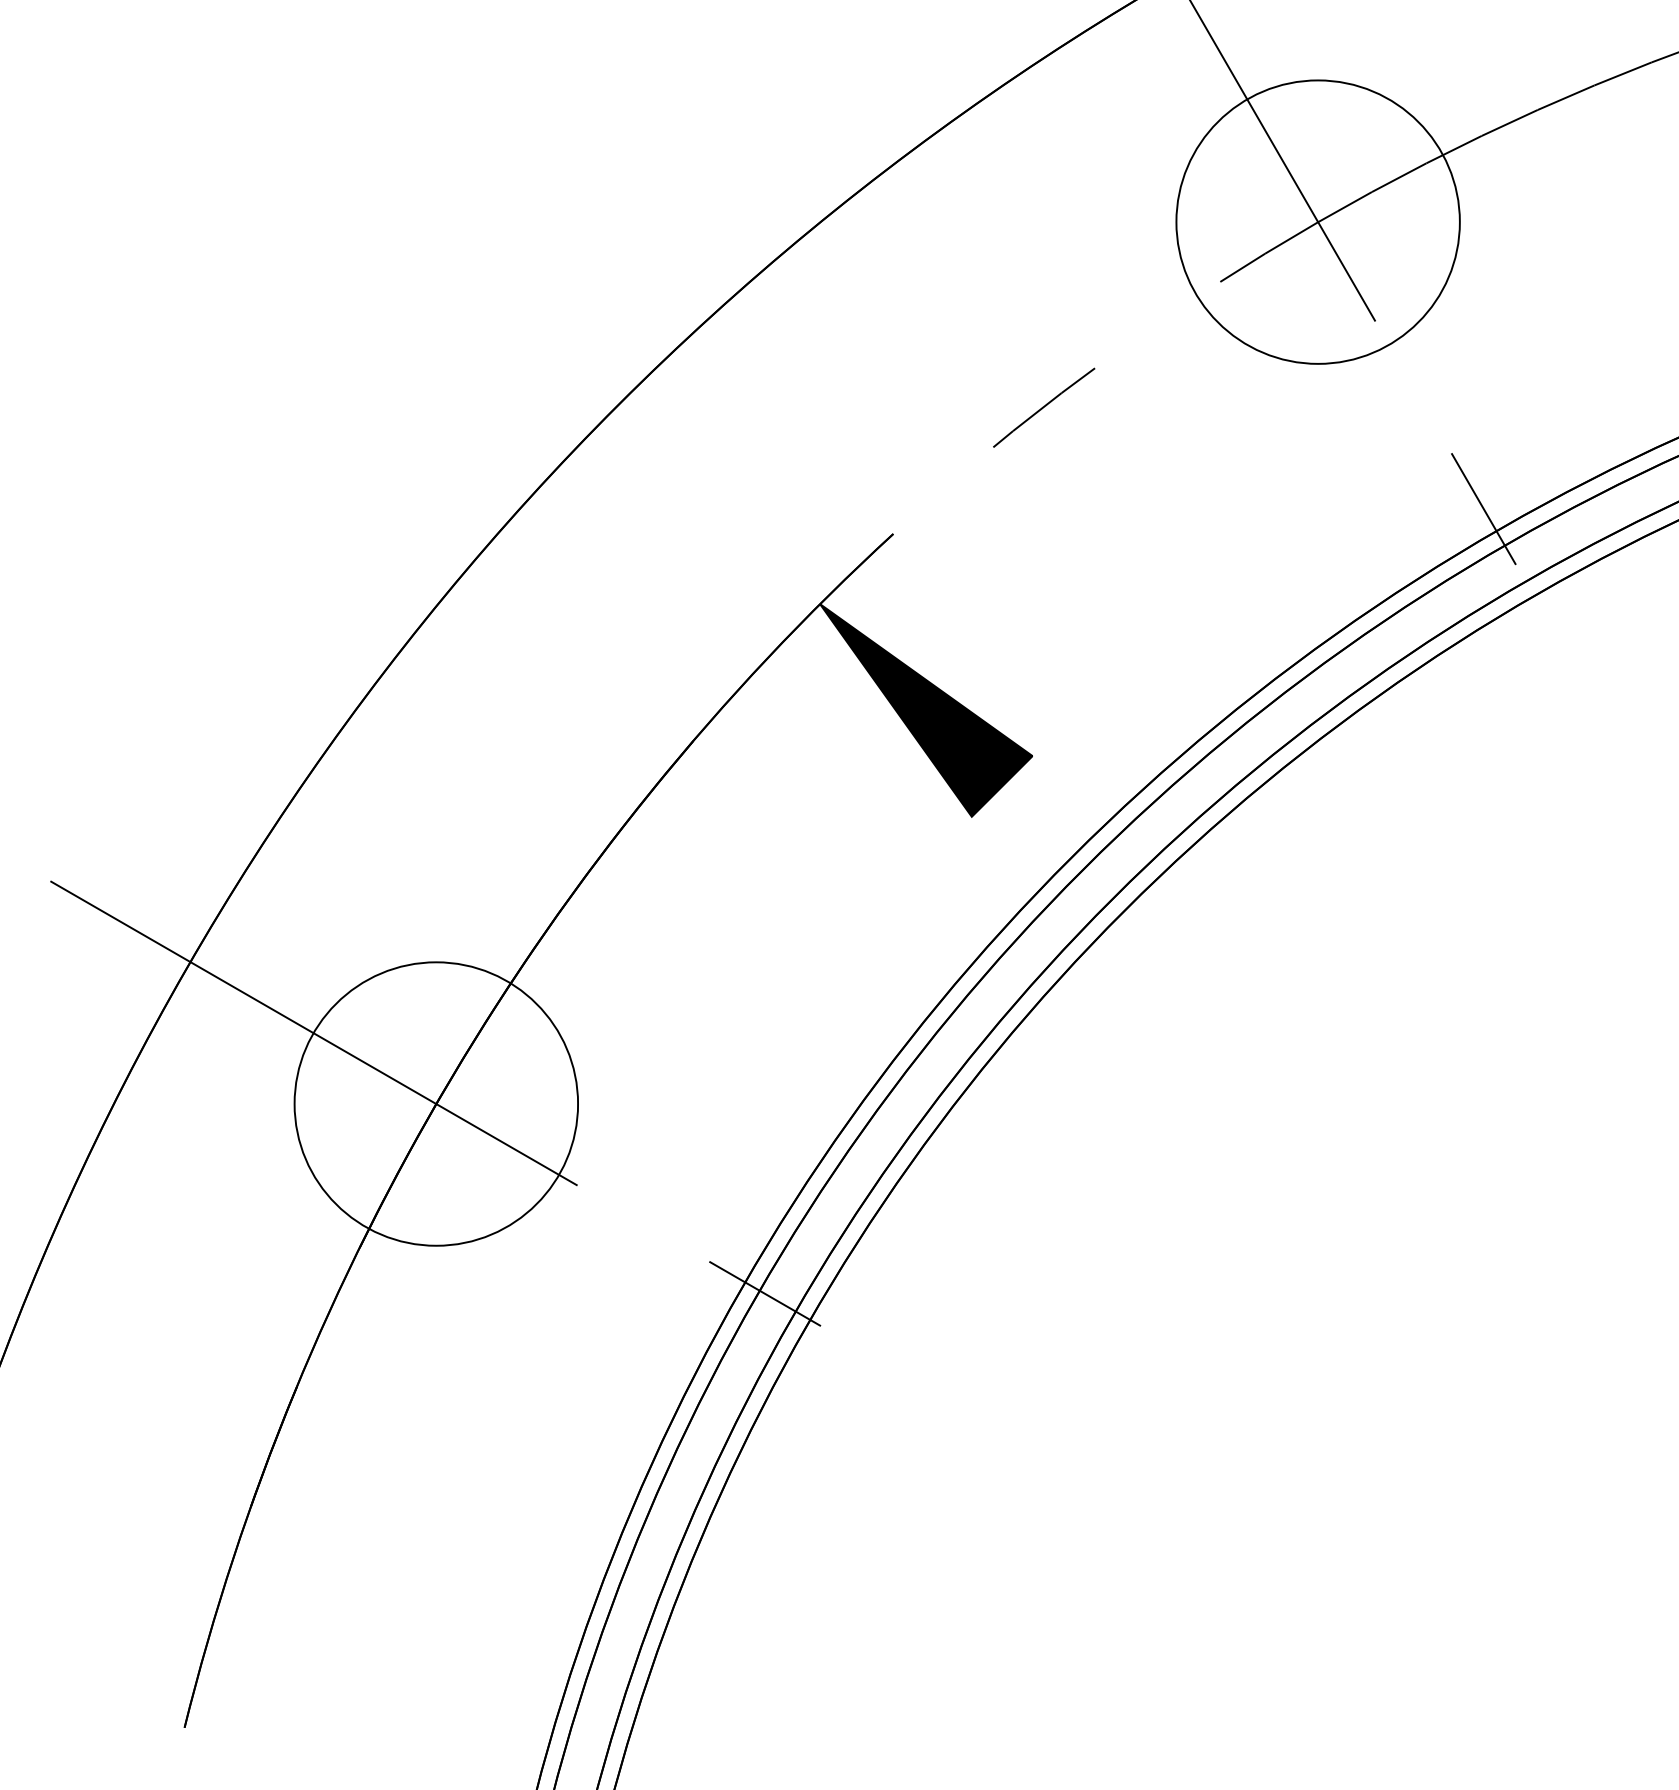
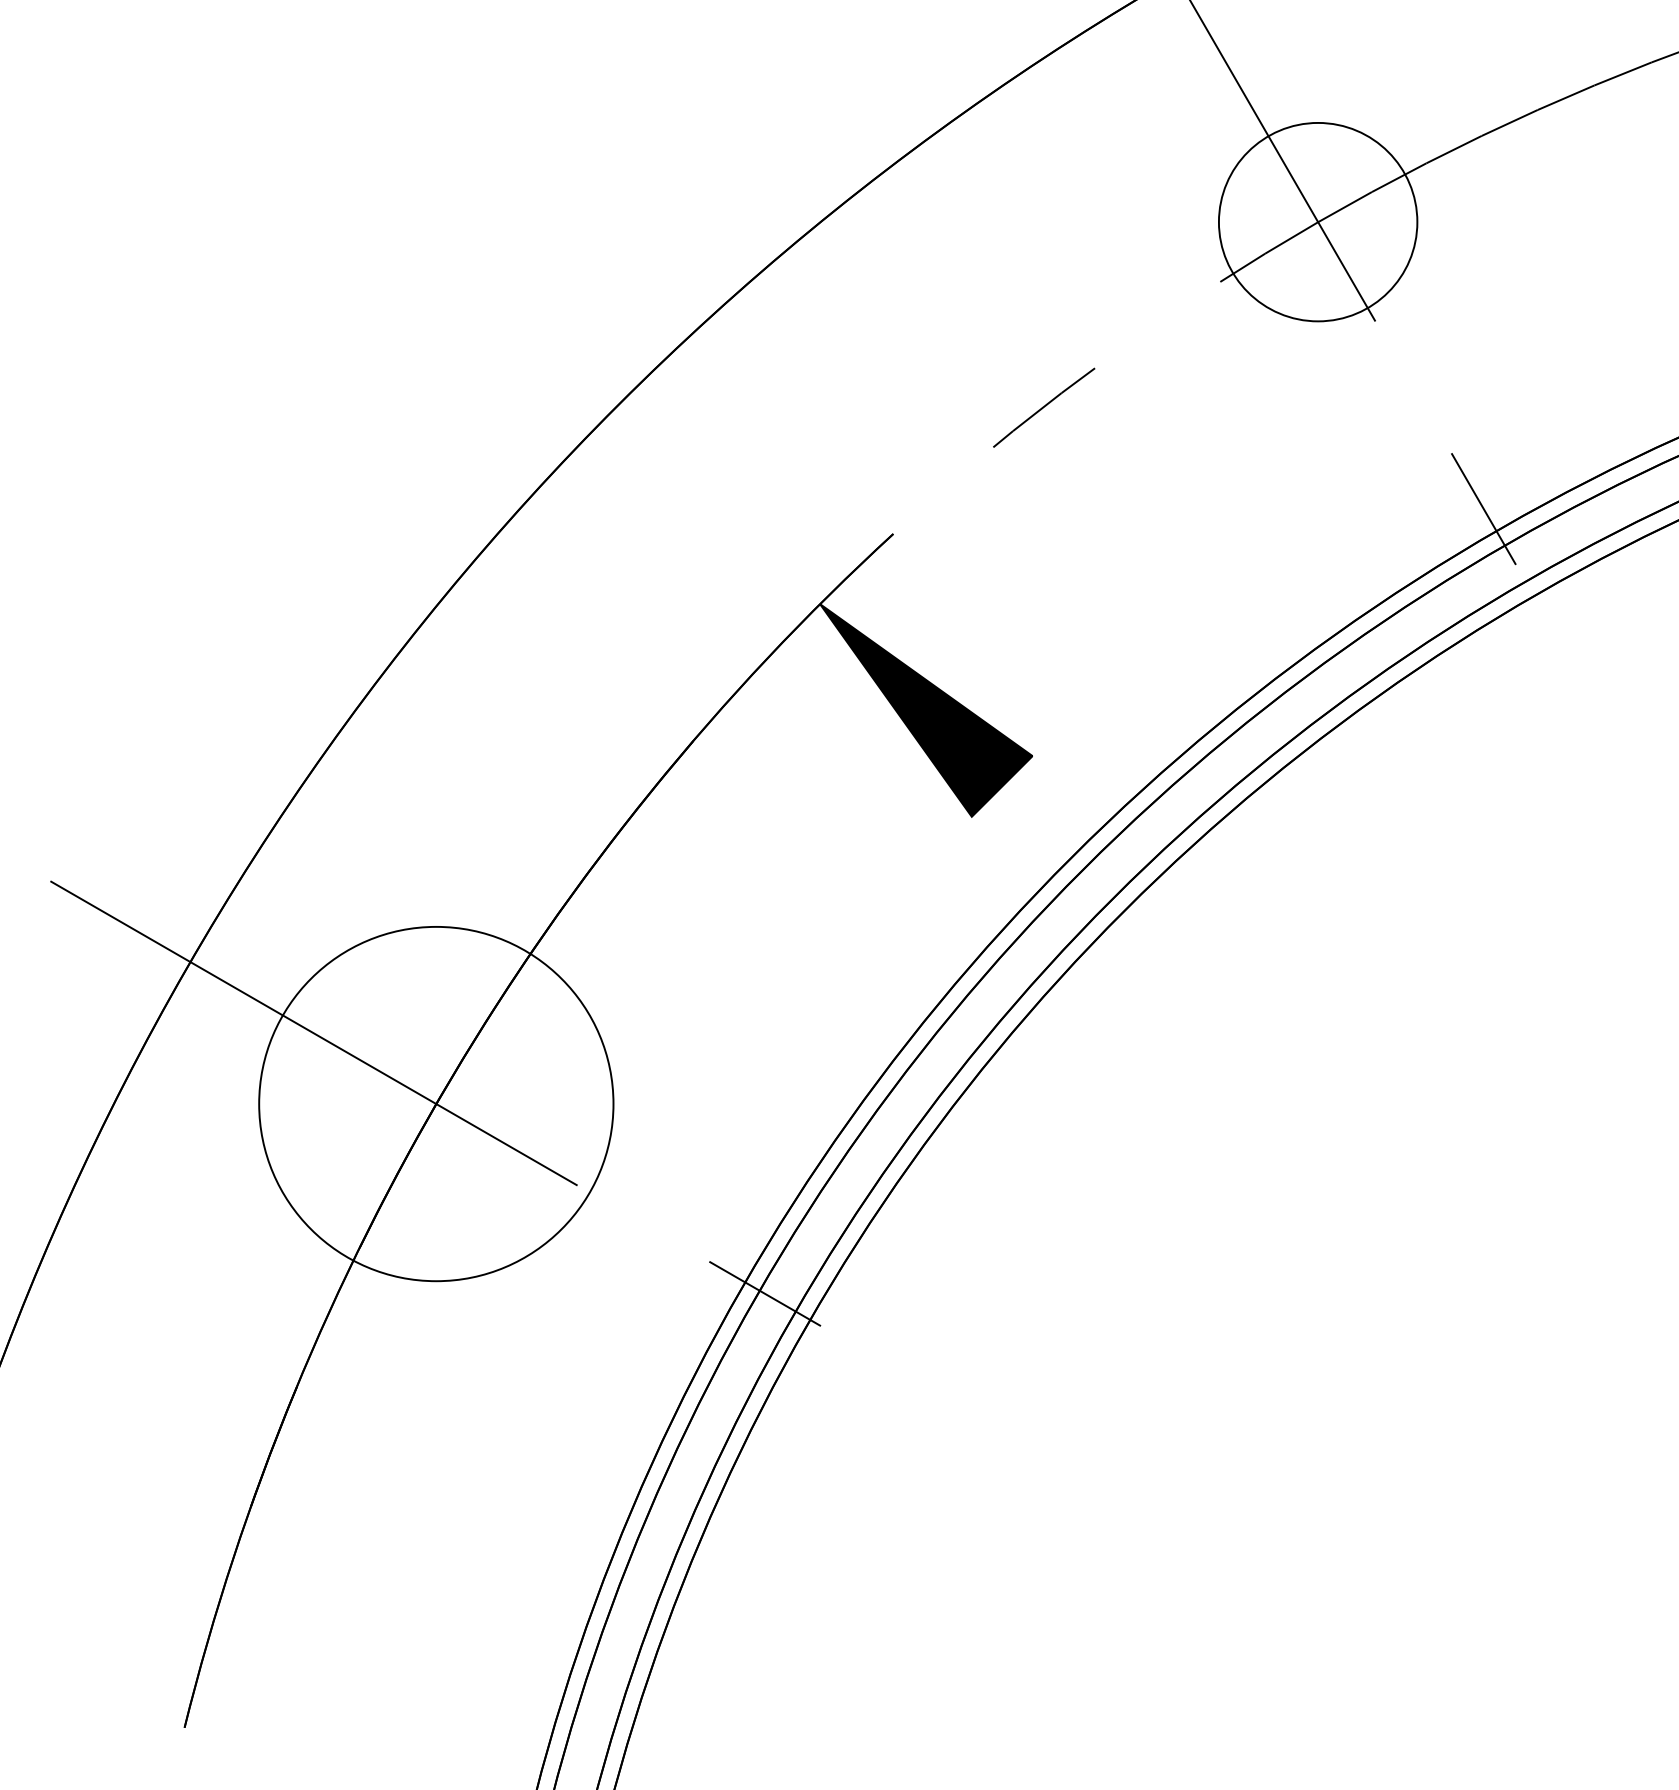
circle at (1317, 221) diameter: 283 px -> 198 px
circle at (436, 1103) diameter: 283 px -> 354 px
